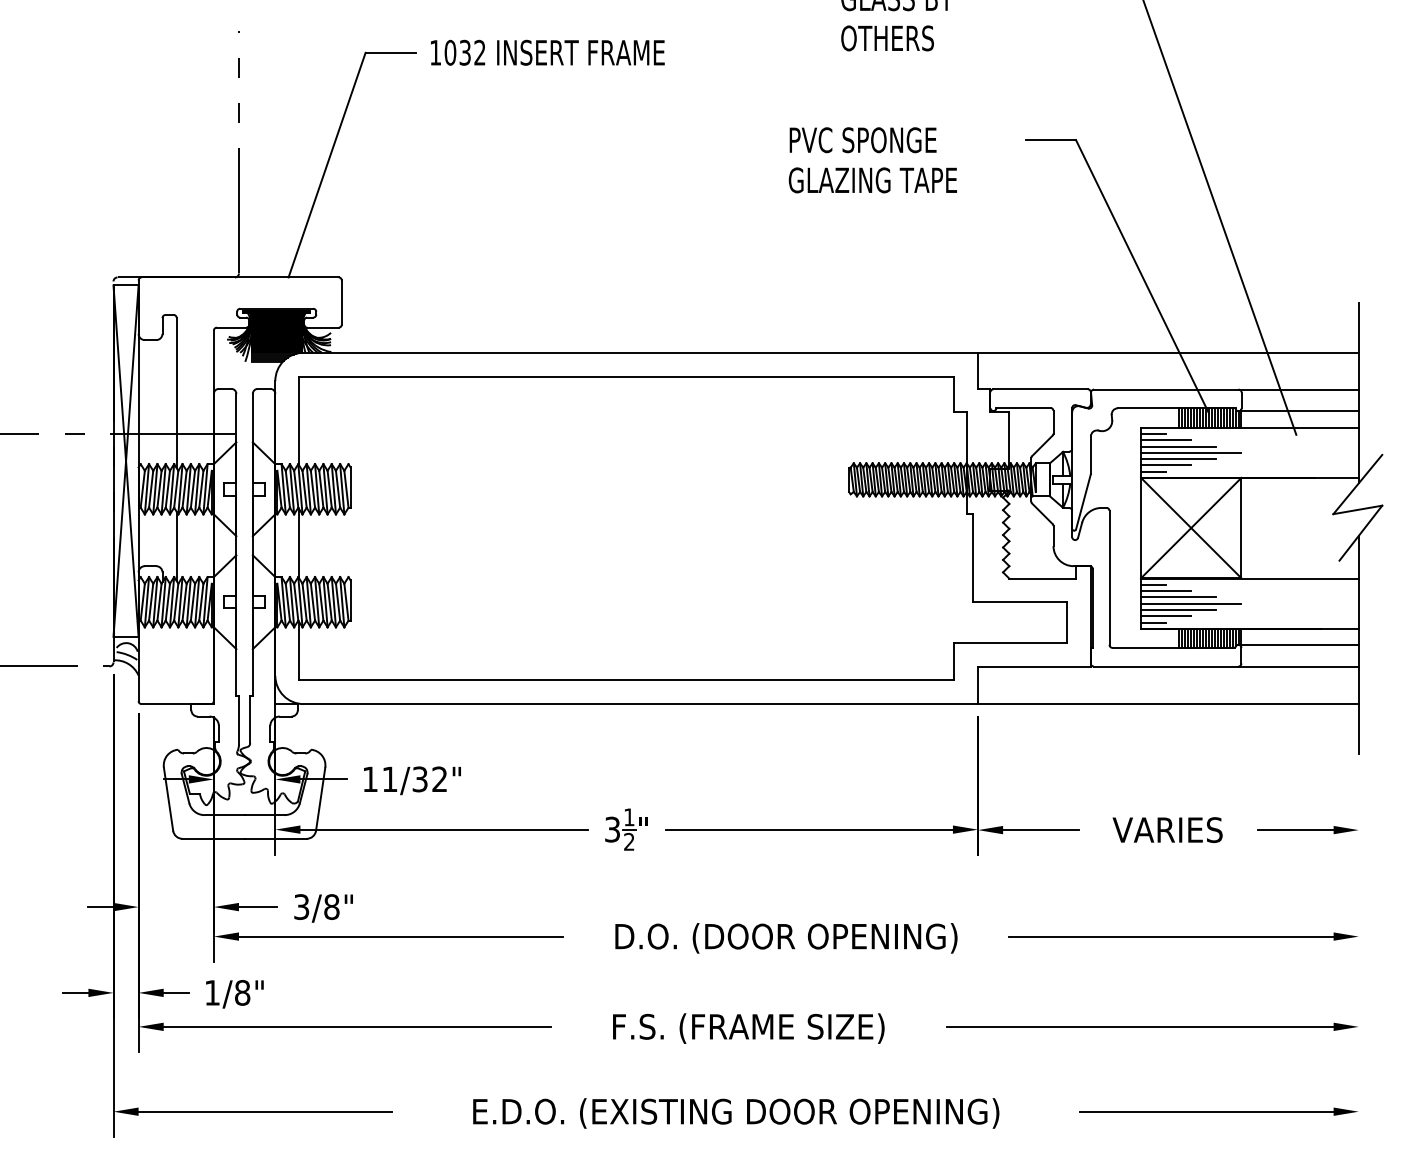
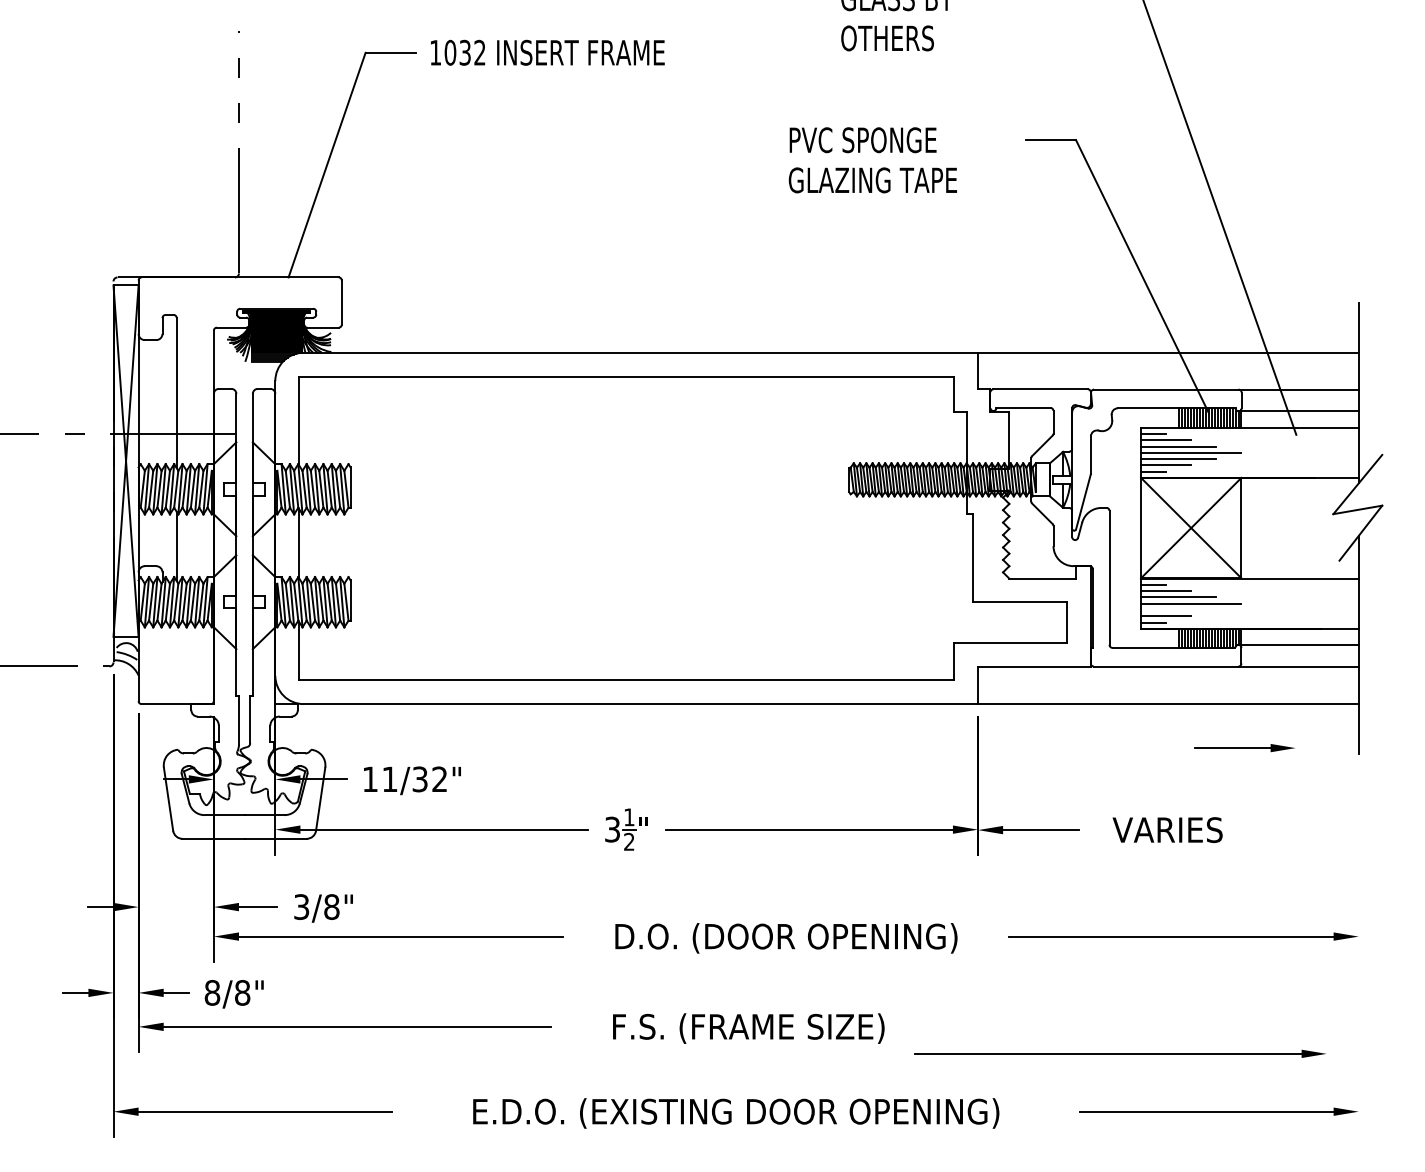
line at (1178, 609): present -> none
part at (1307, 830) position: (1307, 830) -> (1244, 748)
text at (212, 992): 1/8" -> 8/8"
part at (1151, 1026) position: (1151, 1026) -> (1119, 1053)
